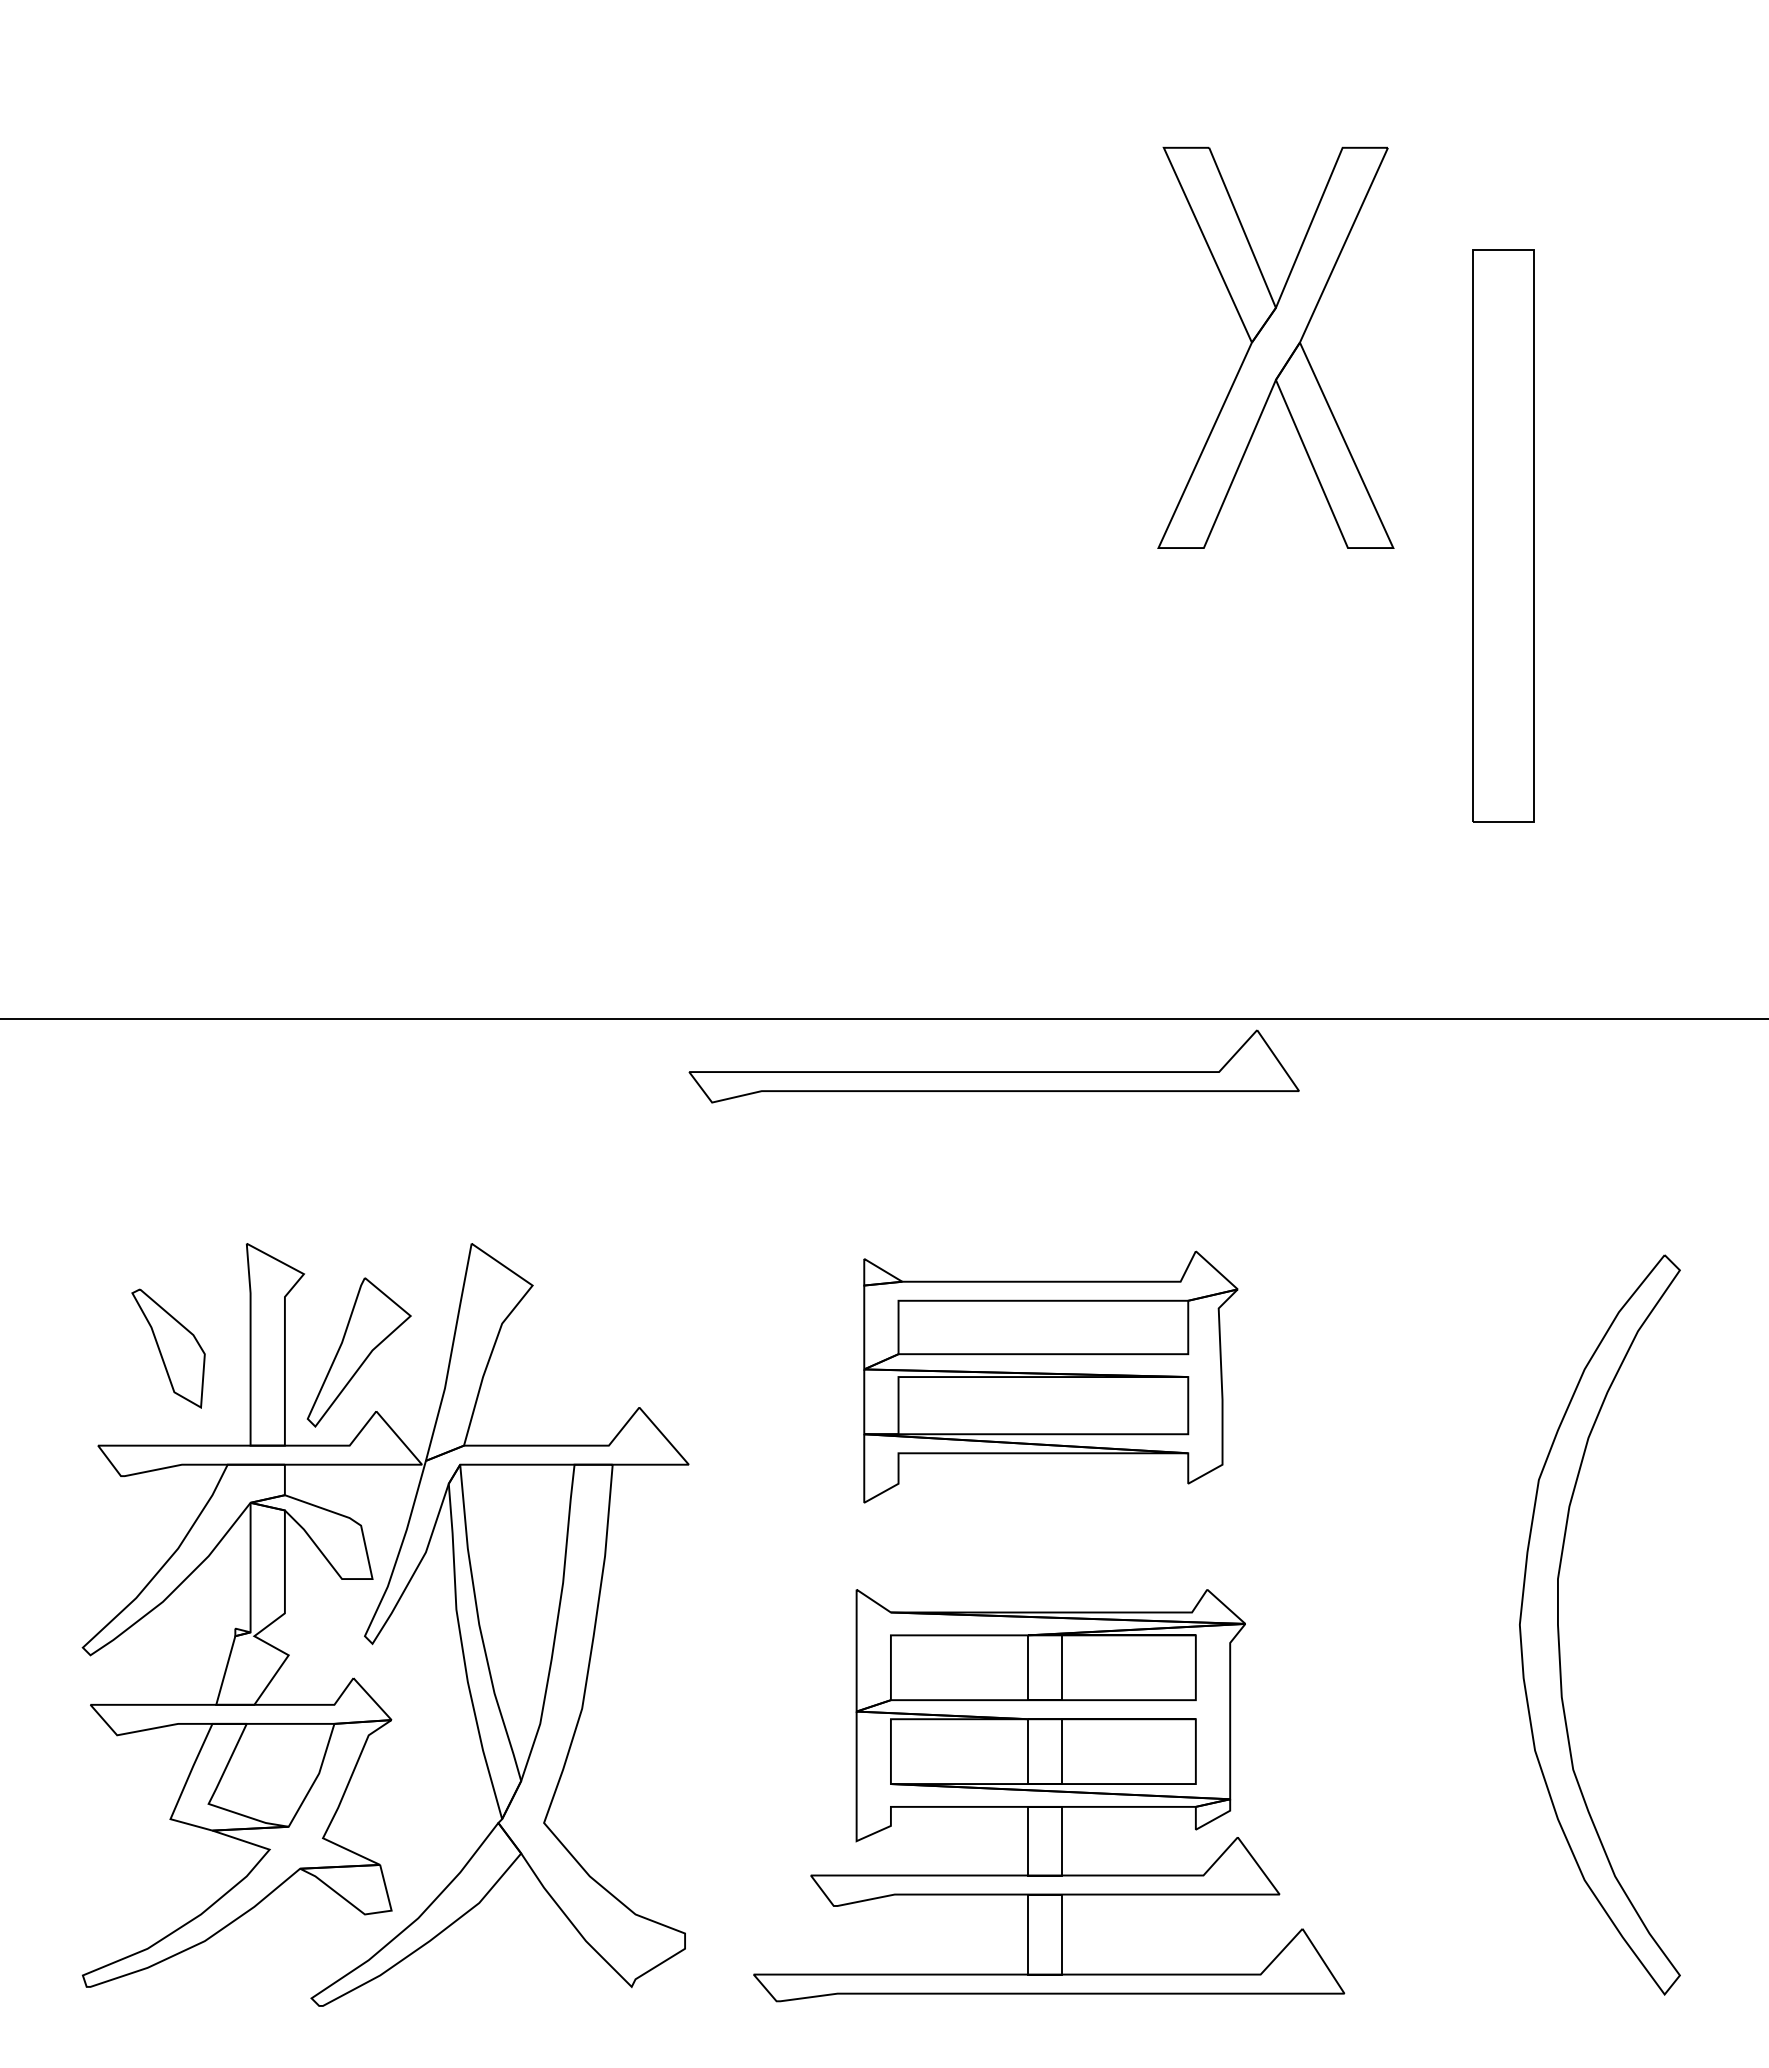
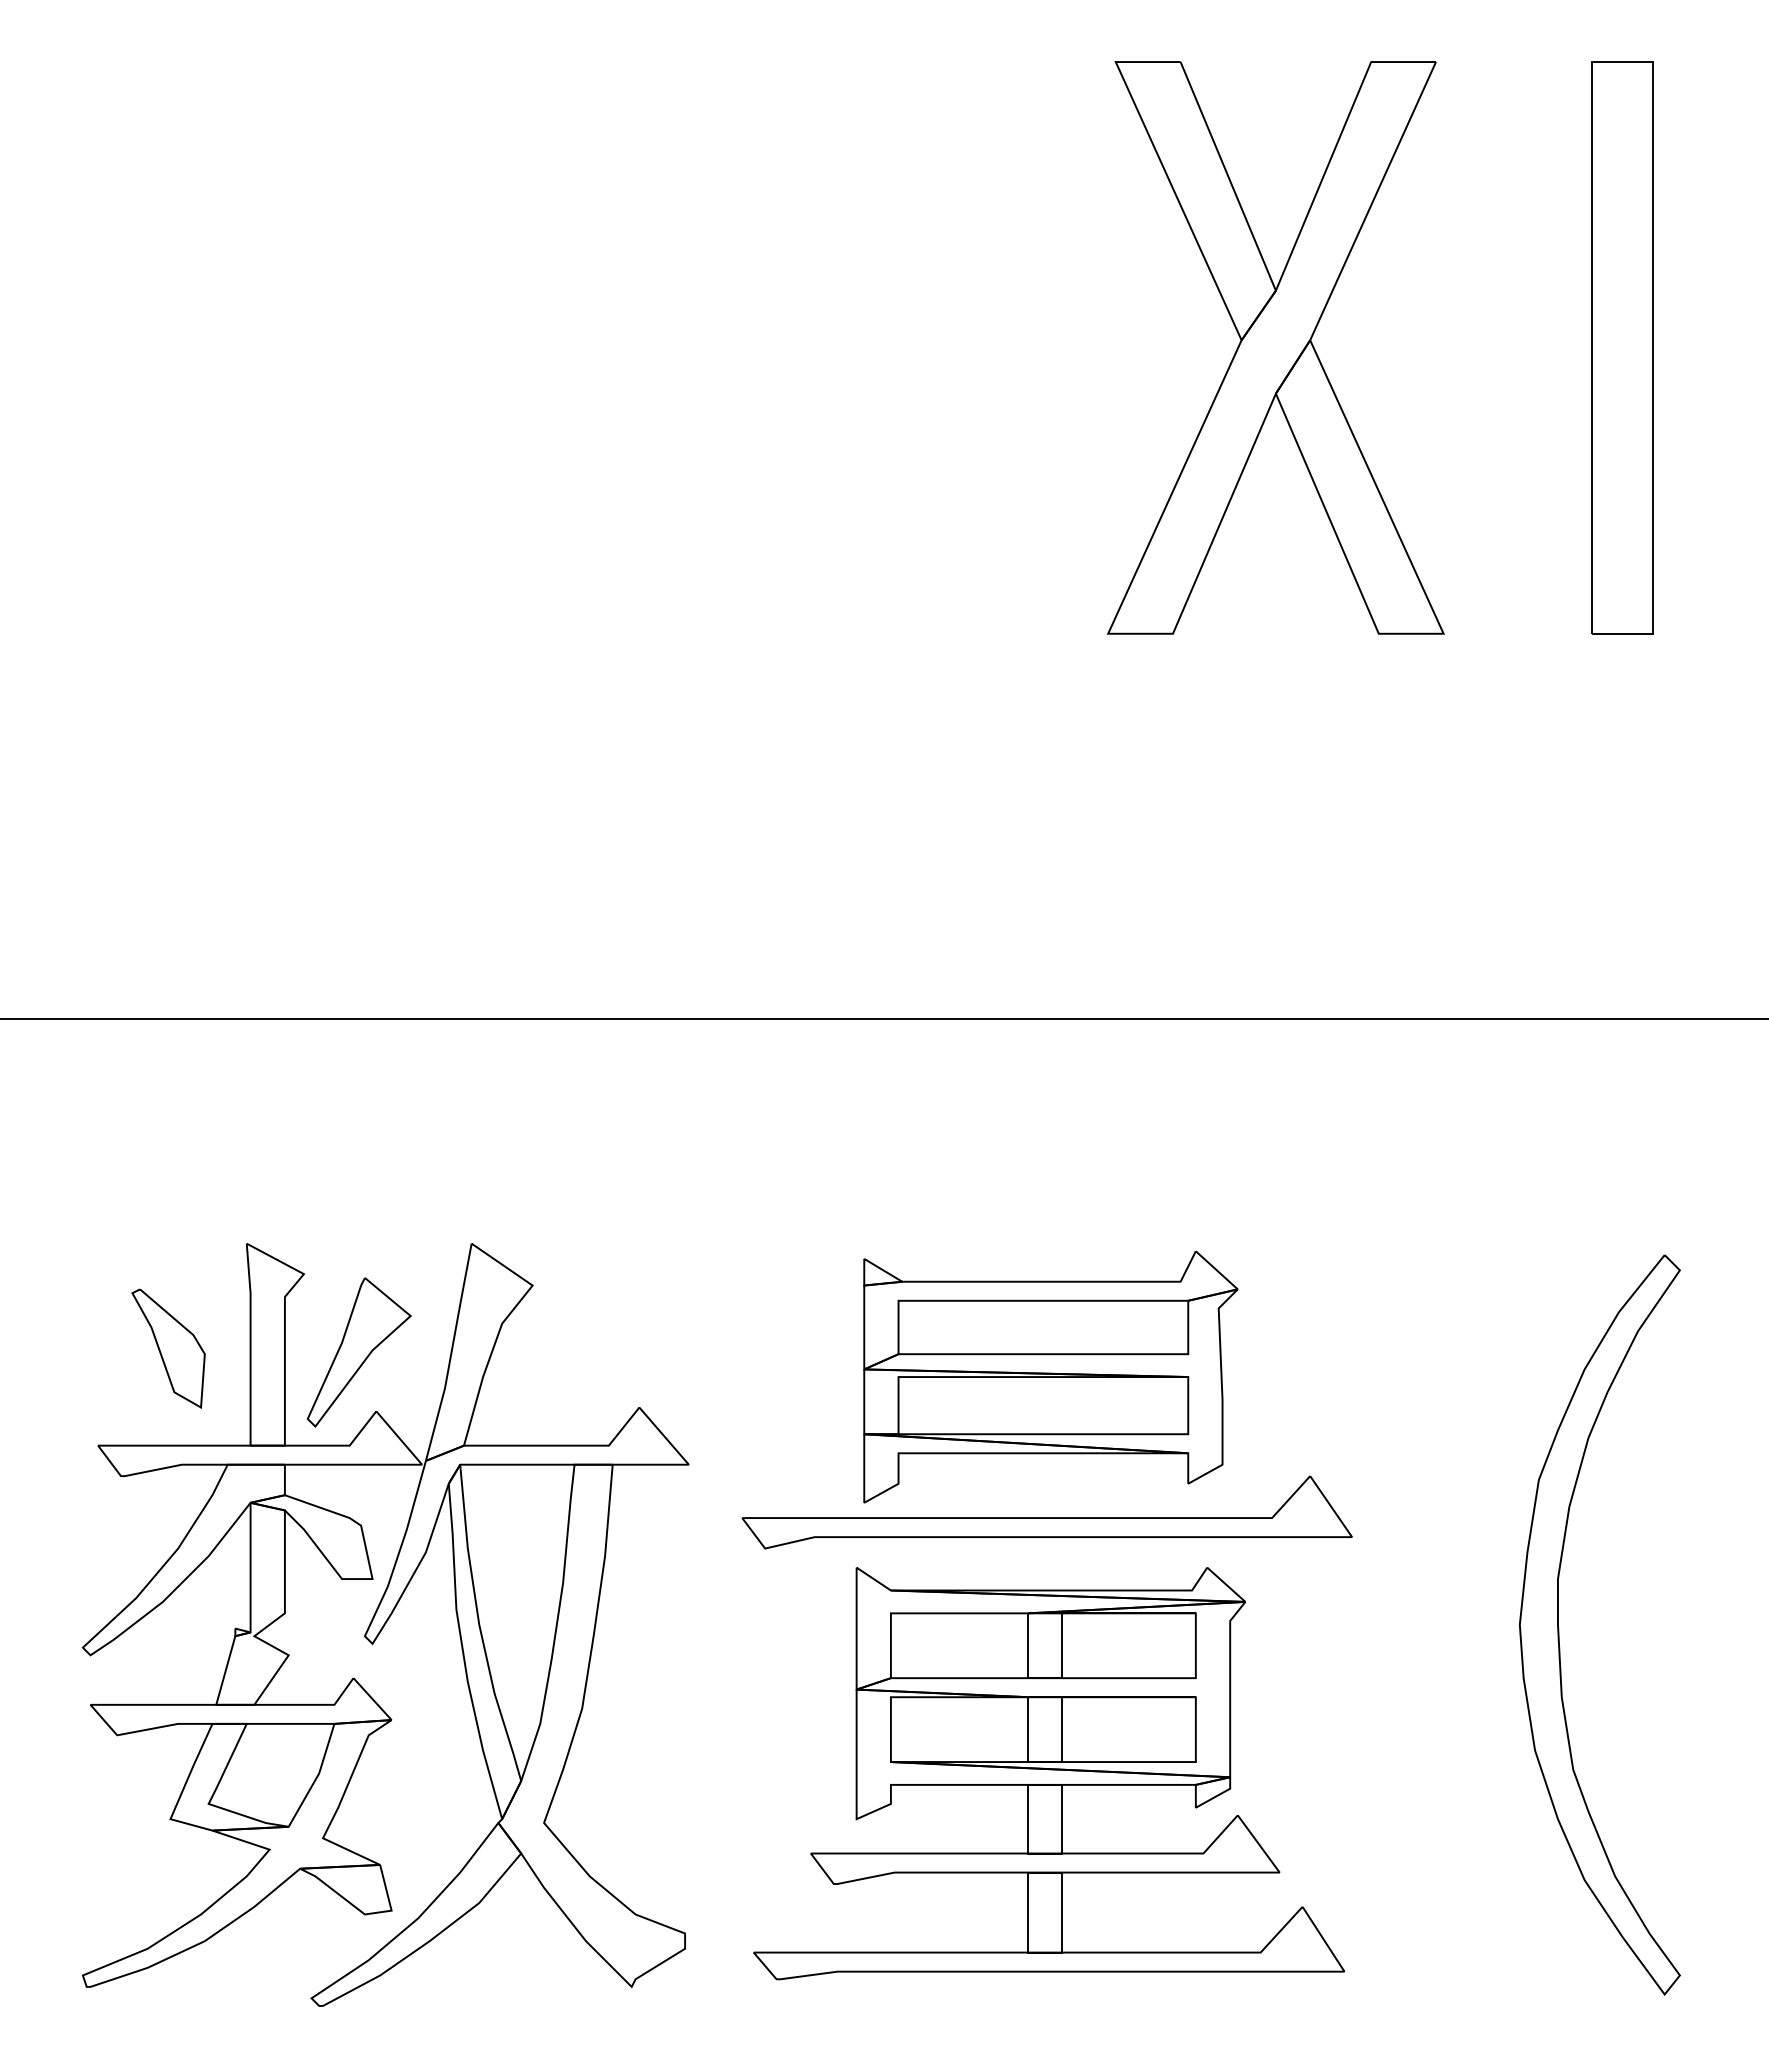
part at (1275, 347) size: 238x403 px -> 338x574 px
part at (1503, 535) position: (1503, 535) -> (1622, 347)
part at (993, 1066) position: (993, 1066) -> (1046, 1512)
part at (1049, 1795) position: (1049, 1795) -> (1049, 1773)
